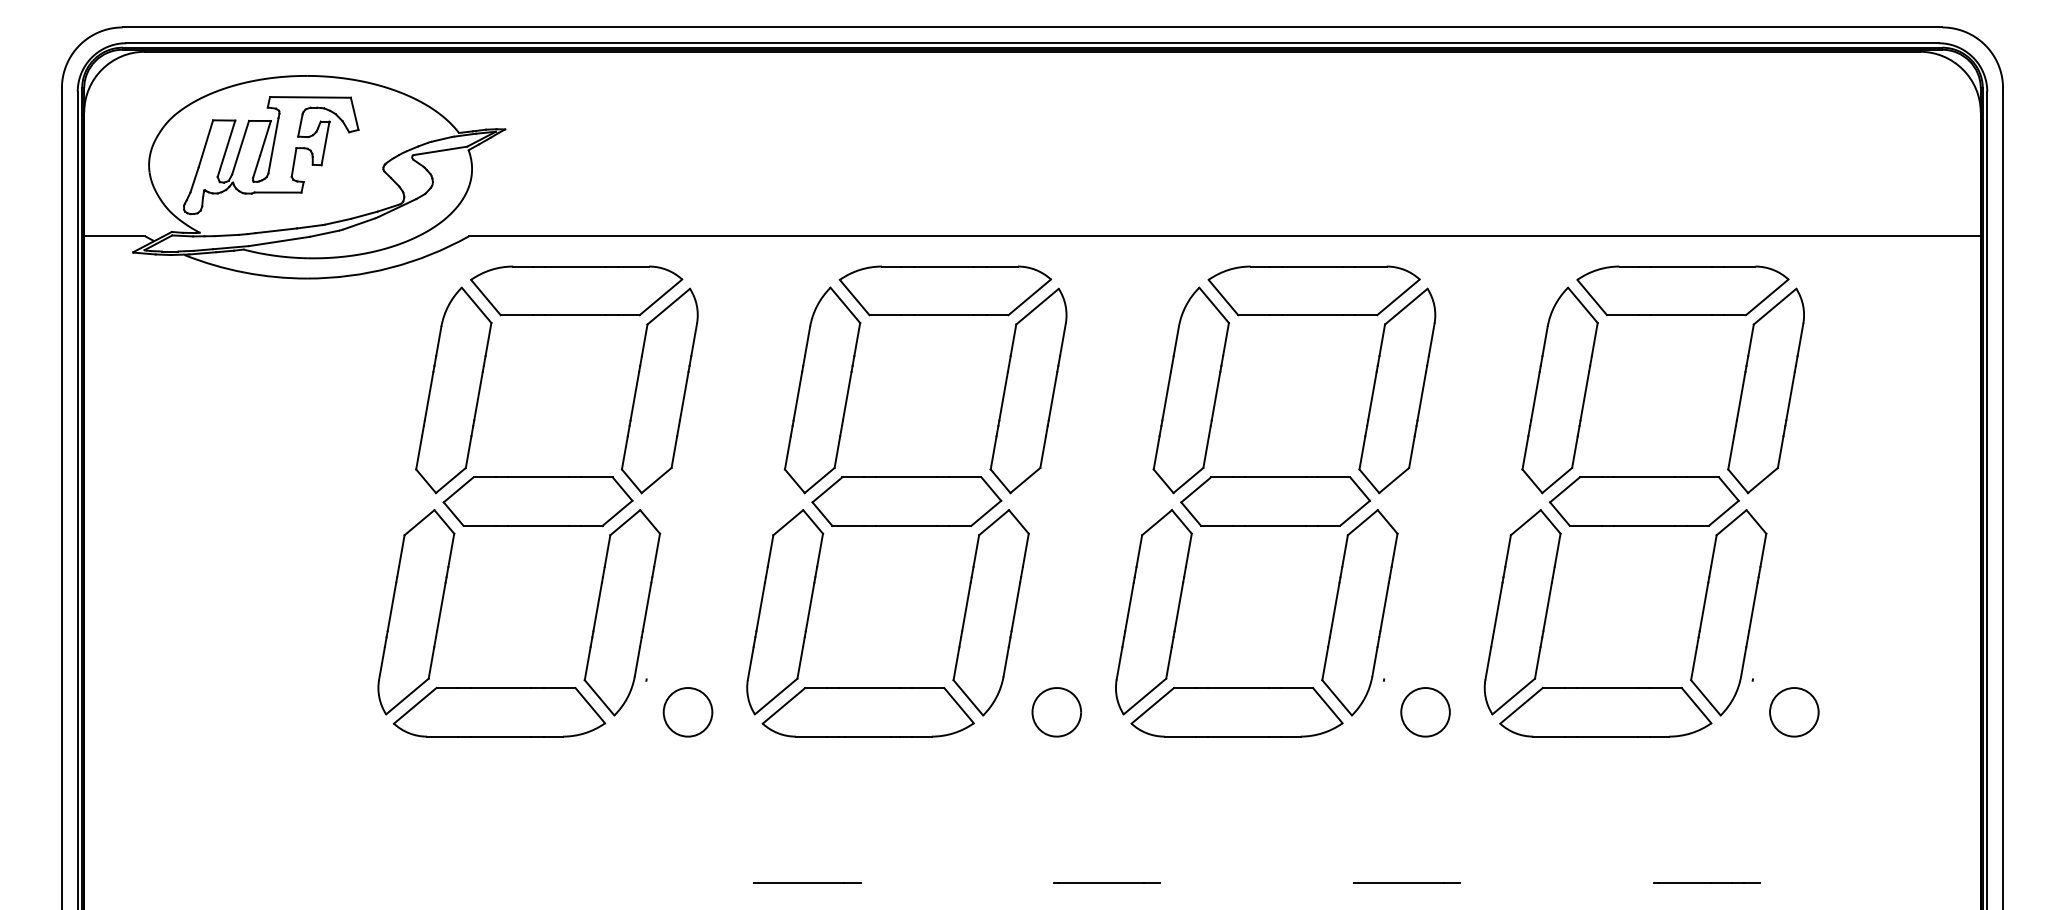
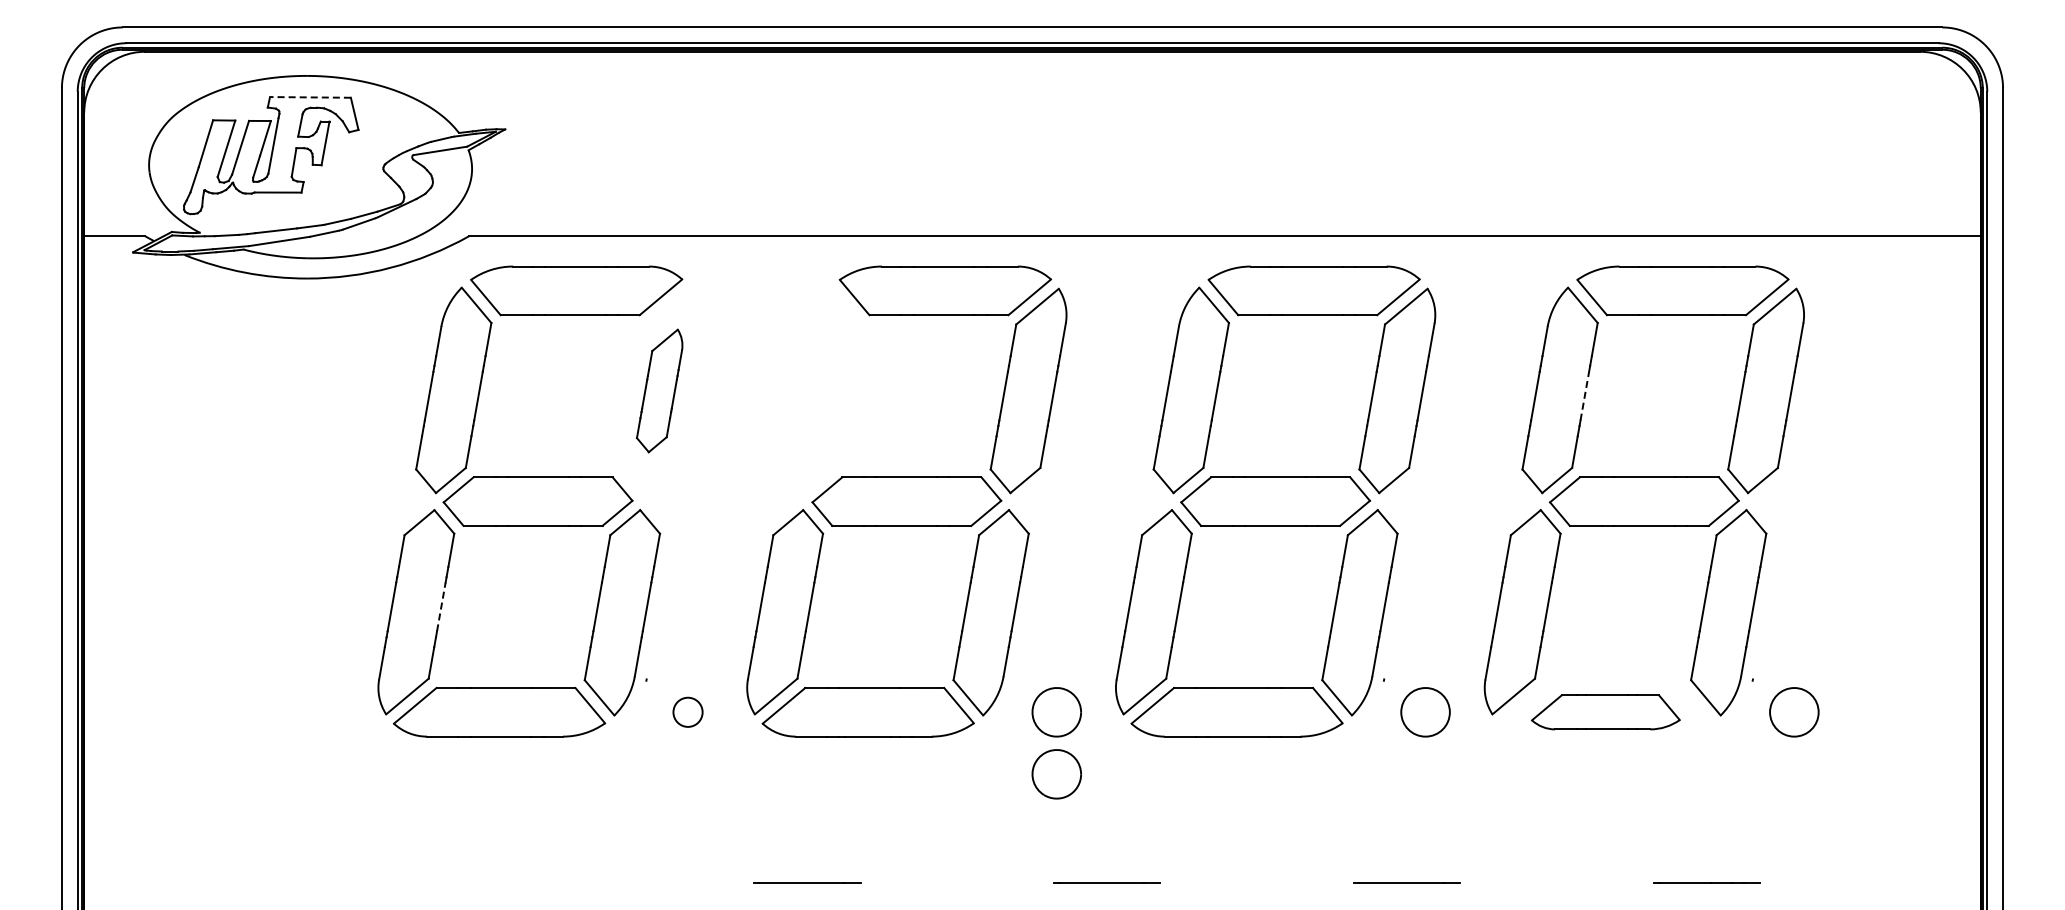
line at (309, 97): solid -> dashed
part at (659, 390) size: 79x208 px -> 49x126 px
part at (822, 390): present -> none
line at (1584, 396): solid -> dashed
line at (441, 606): solid -> dashed
circle at (687, 712) diameter: 49 px -> 29 px
part at (1605, 712) size: 214x51 px -> 150x37 px
part at (1056, 774): none -> present
